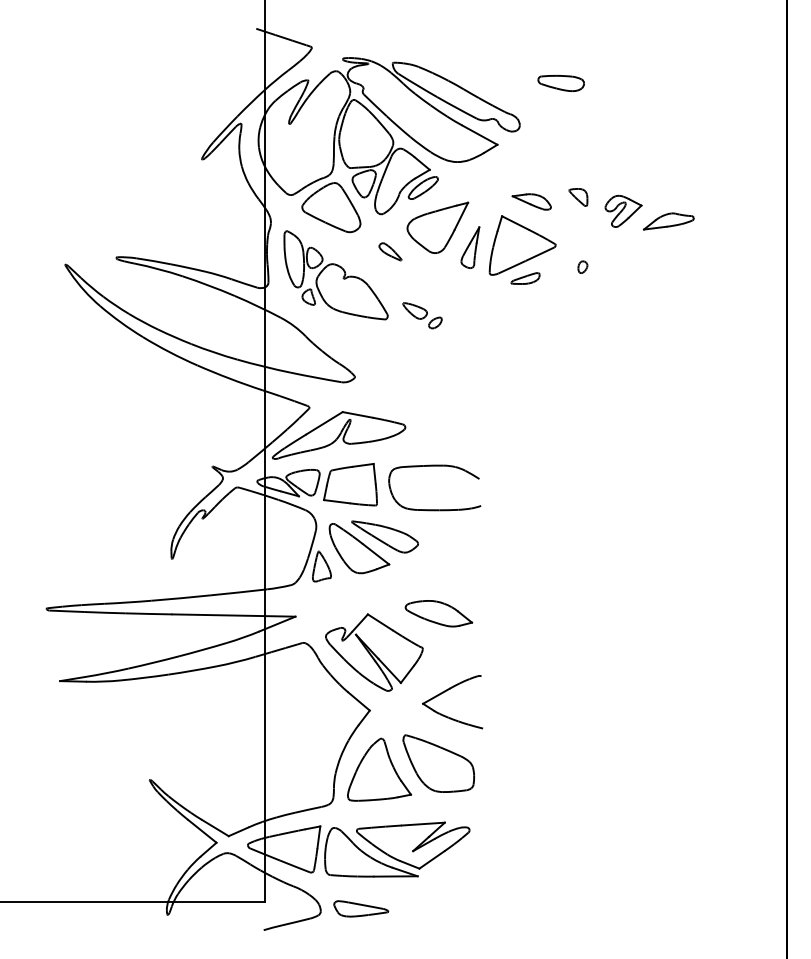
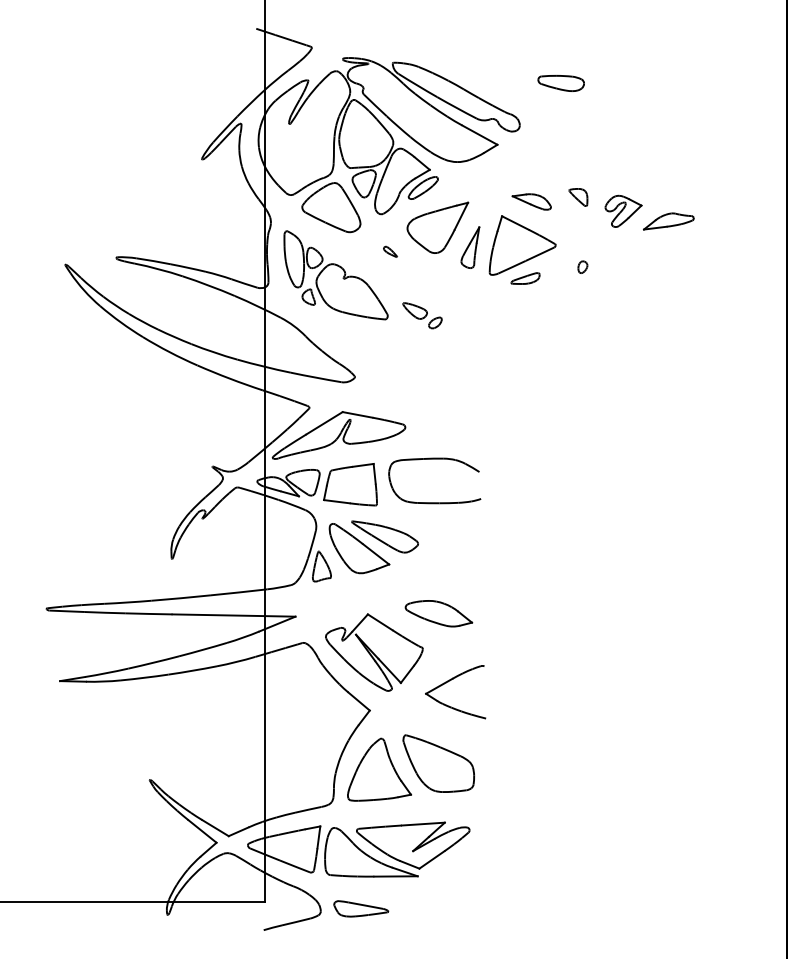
part at (390, 251) size: 25x20 px -> 15x13 px
part at (434, 466) position: (434, 466) -> (434, 459)
part at (445, 692) position: (445, 692) -> (448, 682)
